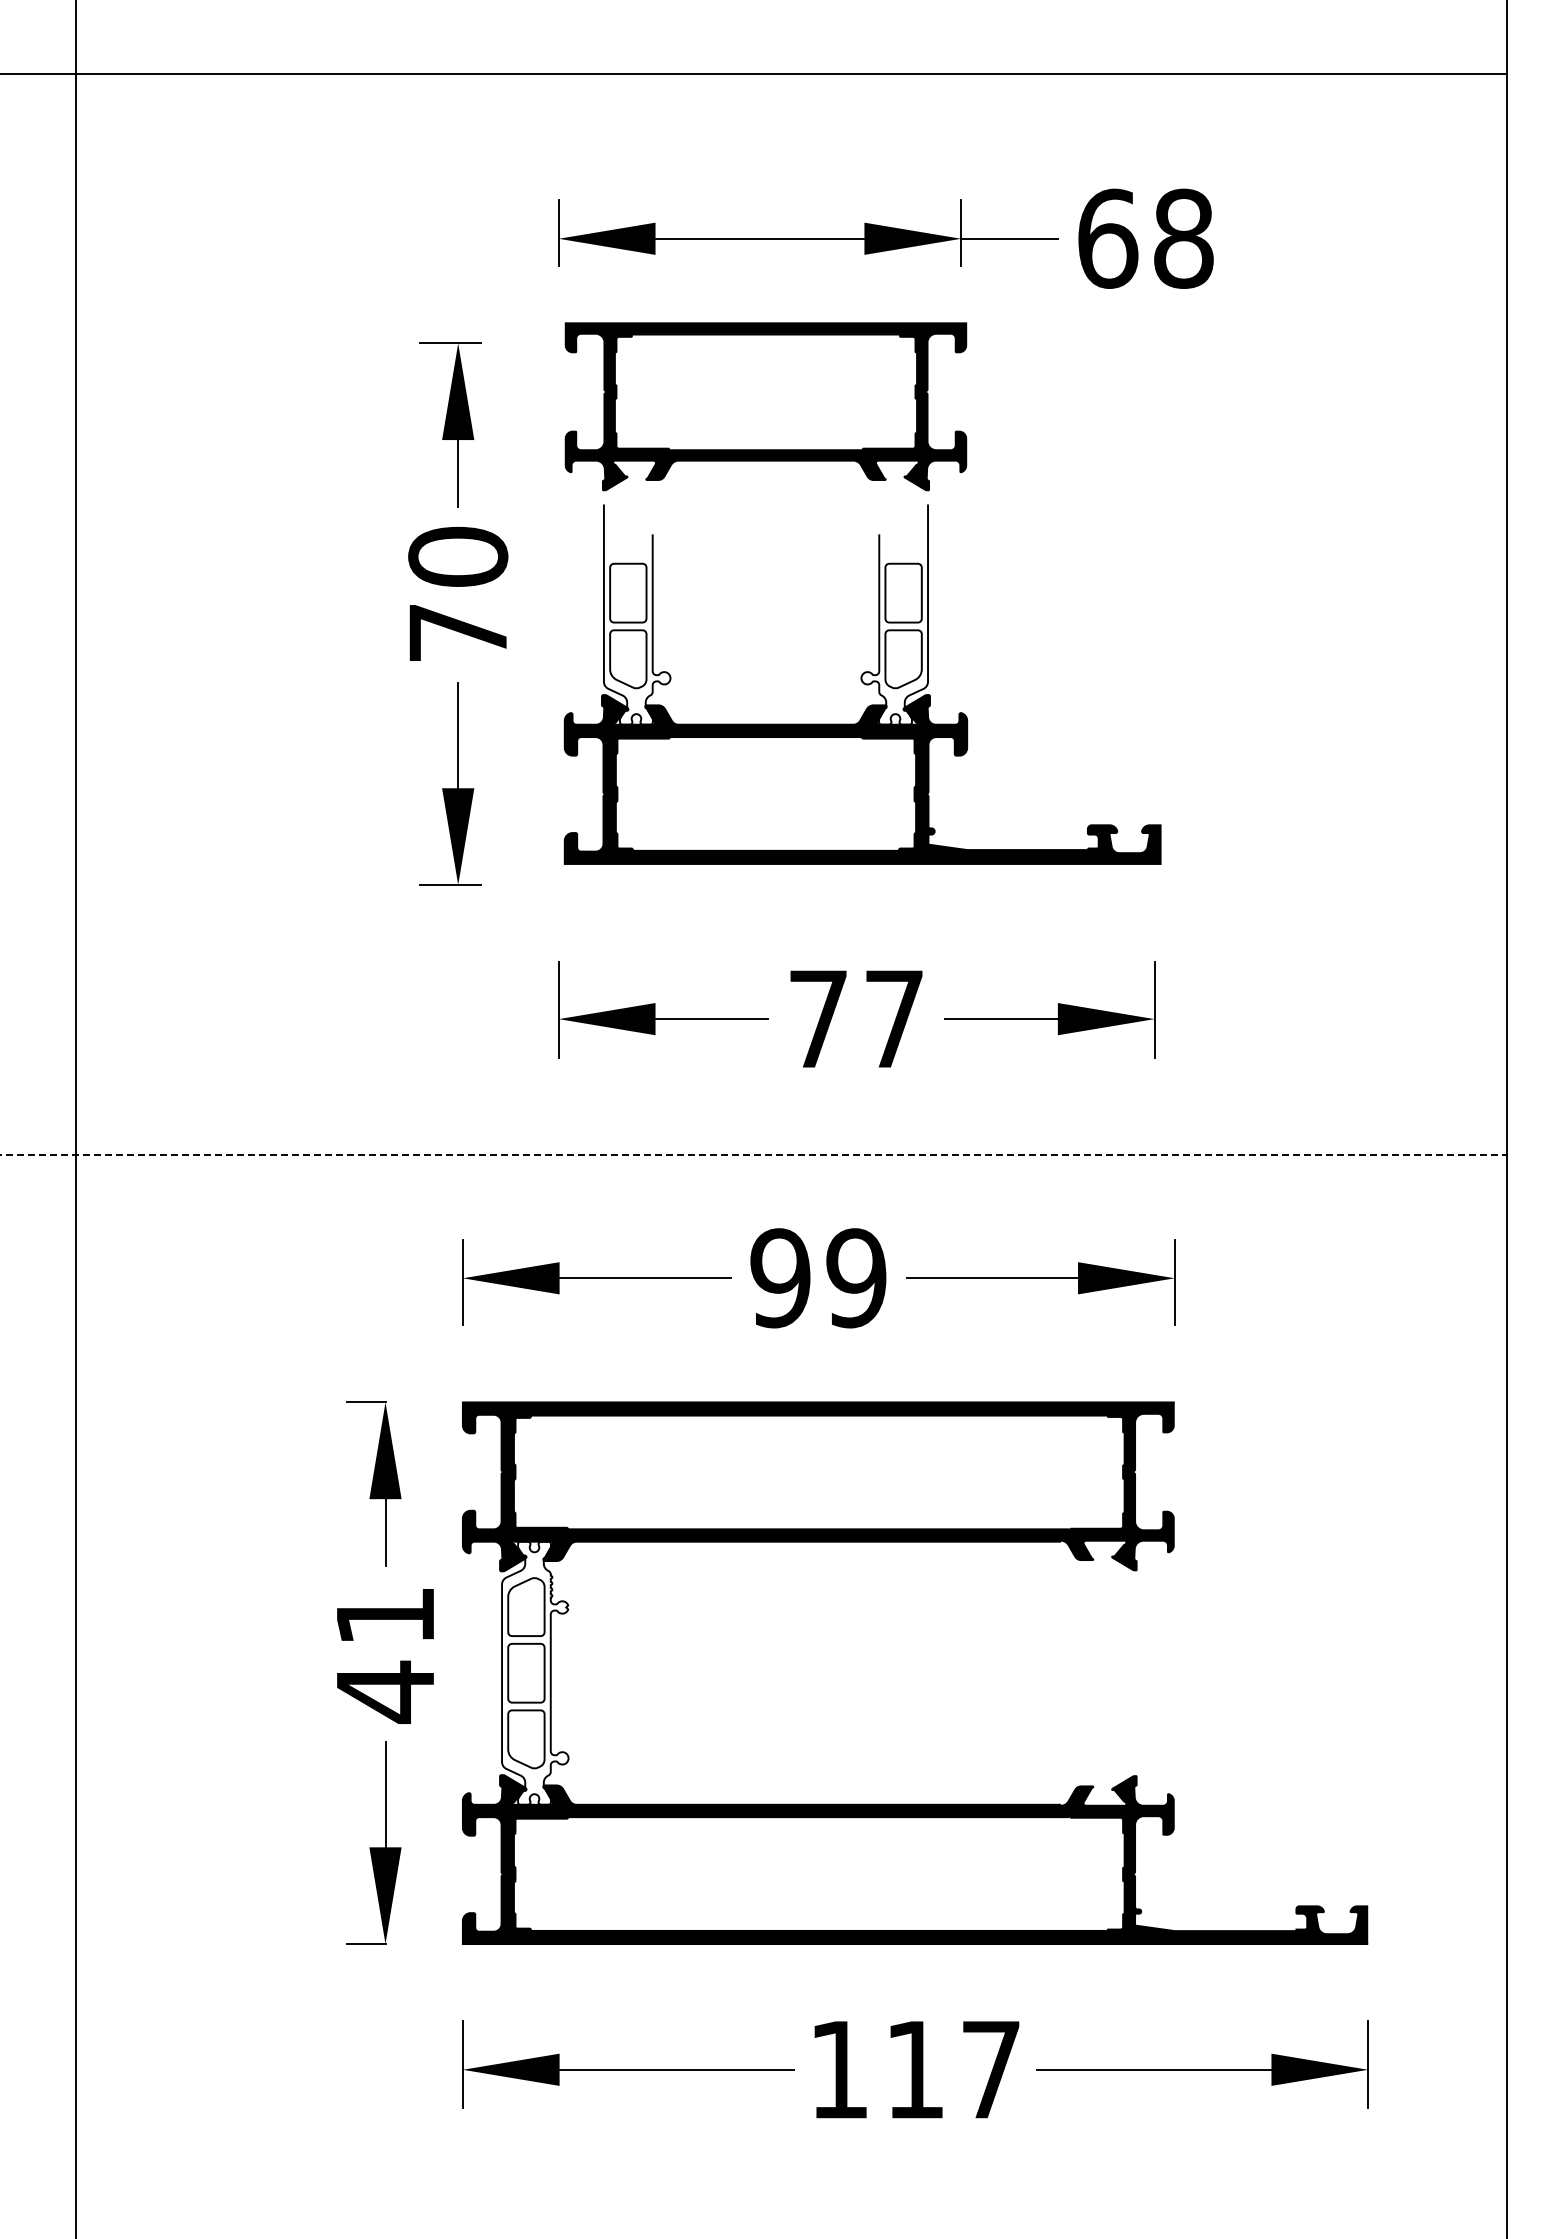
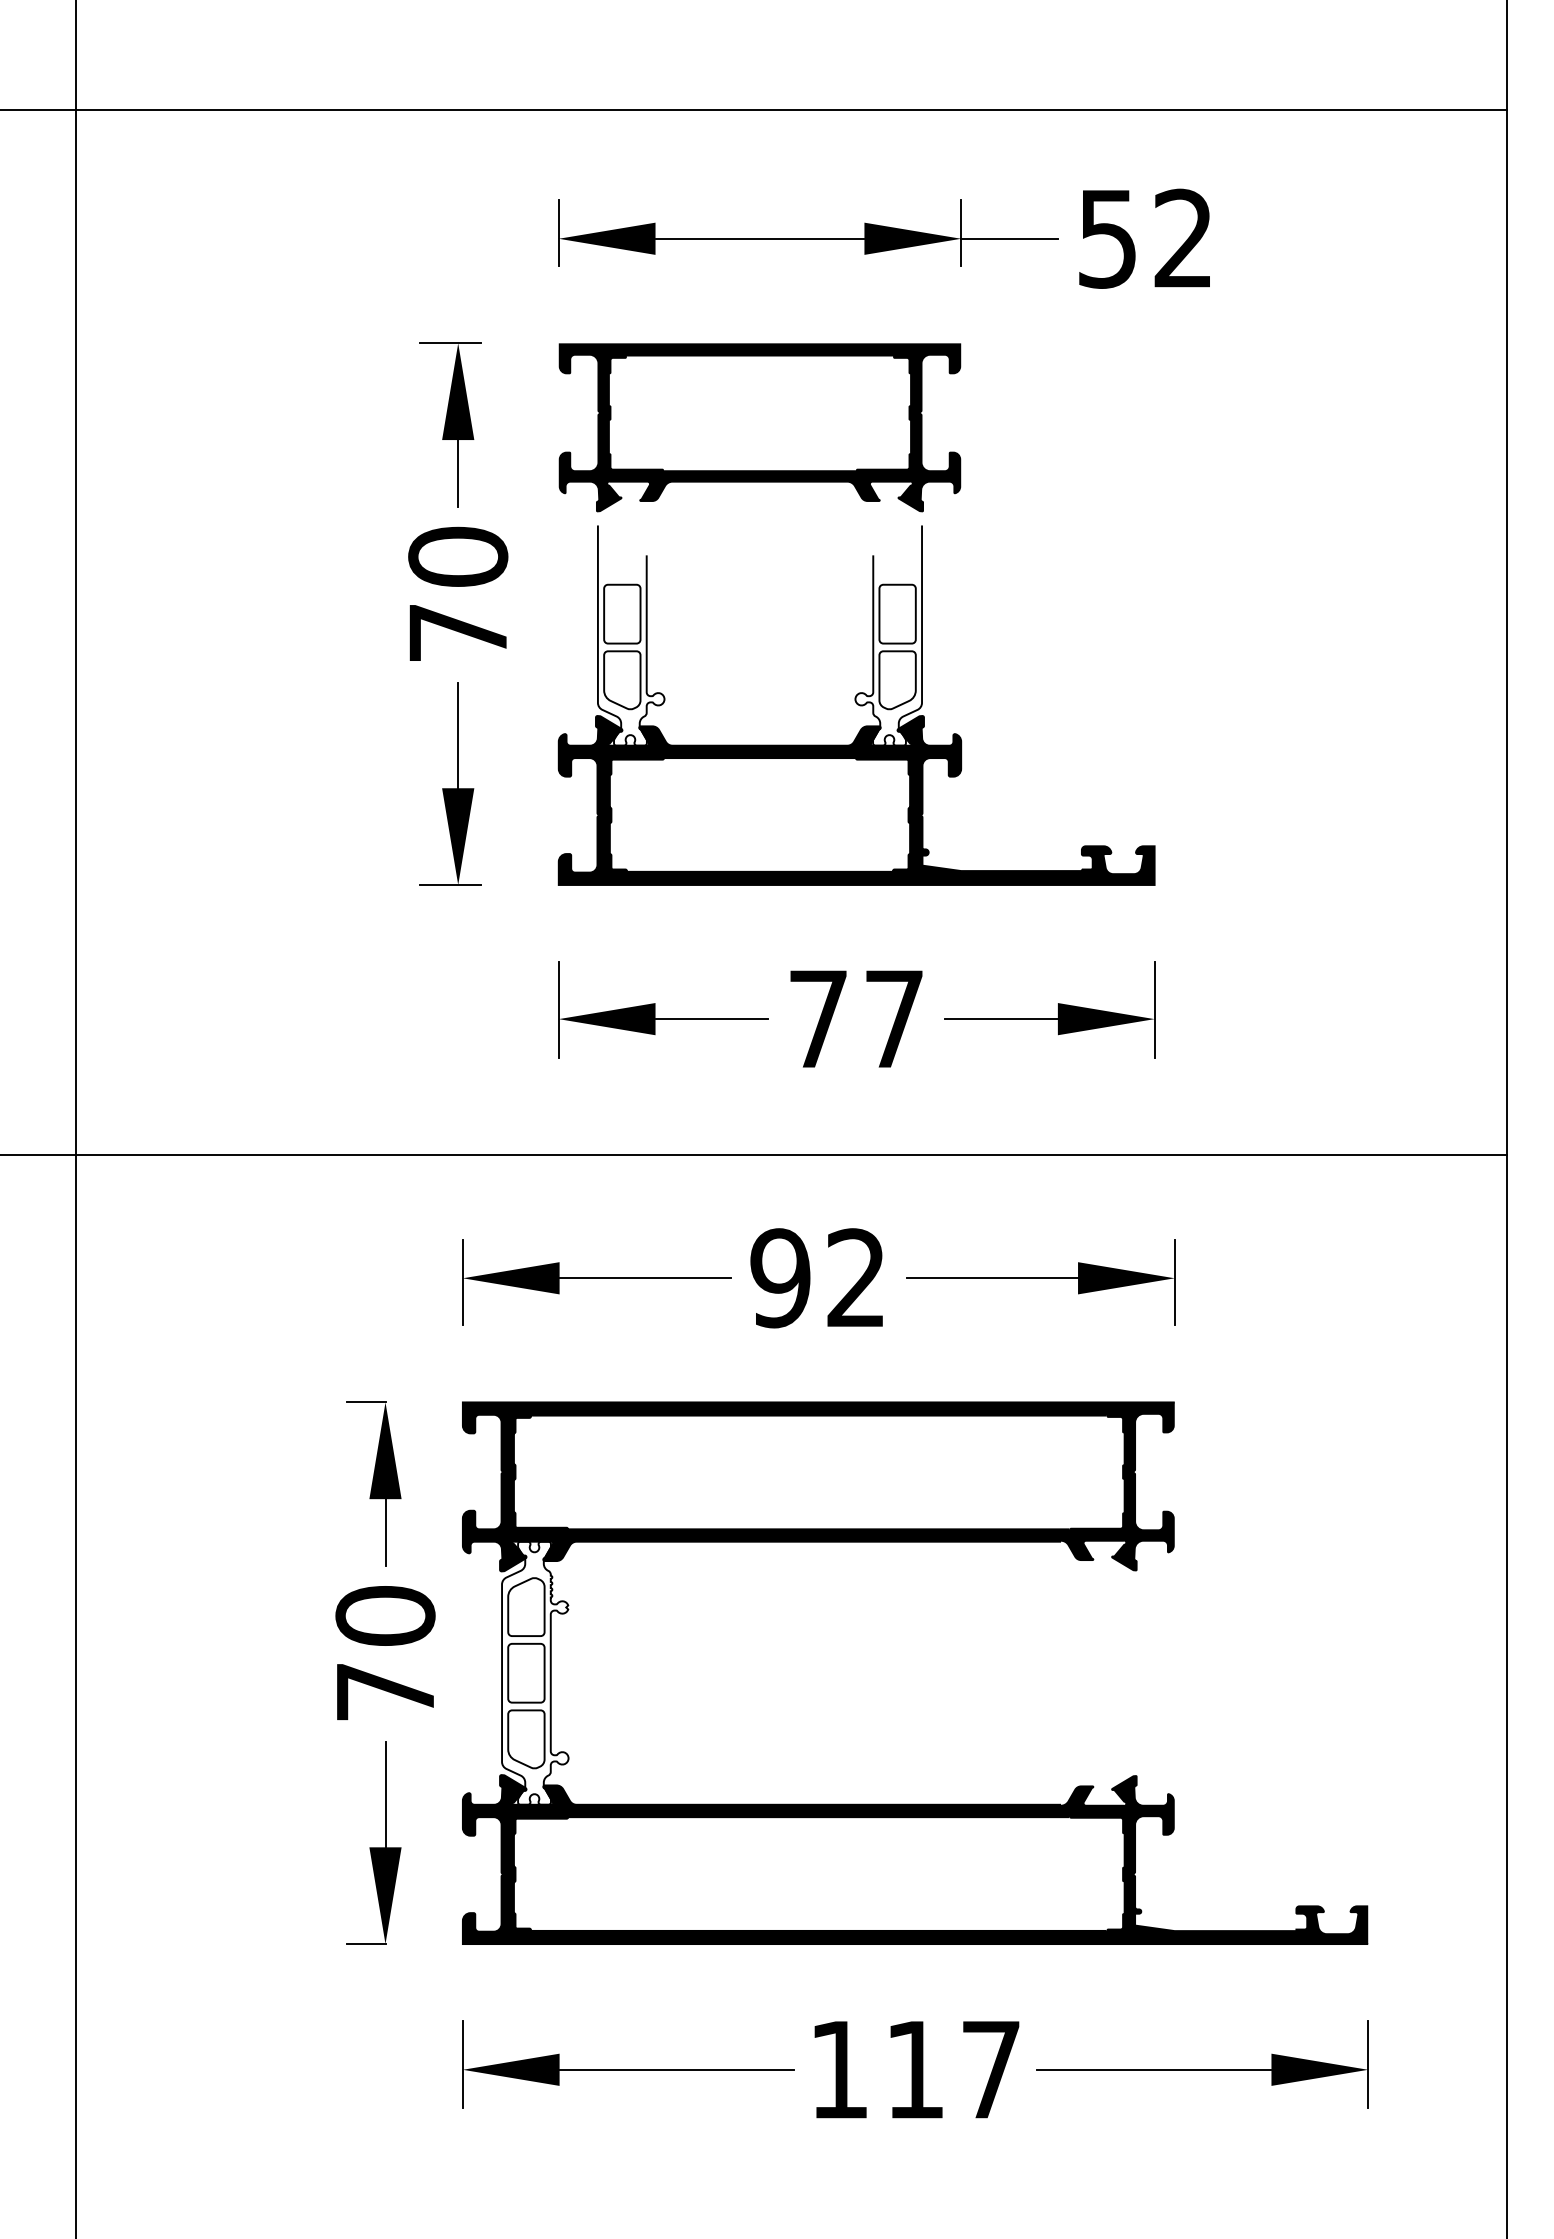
line at (754, 74) position: (754, 74) -> (754, 110)
text at (1145, 238): 68 -> 52
part at (878, 593) position: (878, 593) -> (872, 614)
line at (754, 1154): dashed -> solid
text at (856, 1278): 99 -> 92
text at (385, 1654): 41 -> 70
